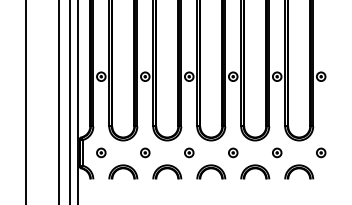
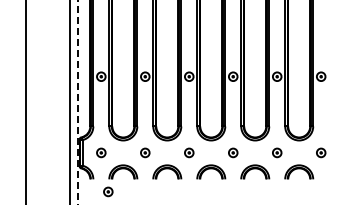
line at (58, 101): present -> none
line at (78, 102): solid -> dashed
part at (108, 191): none -> present
